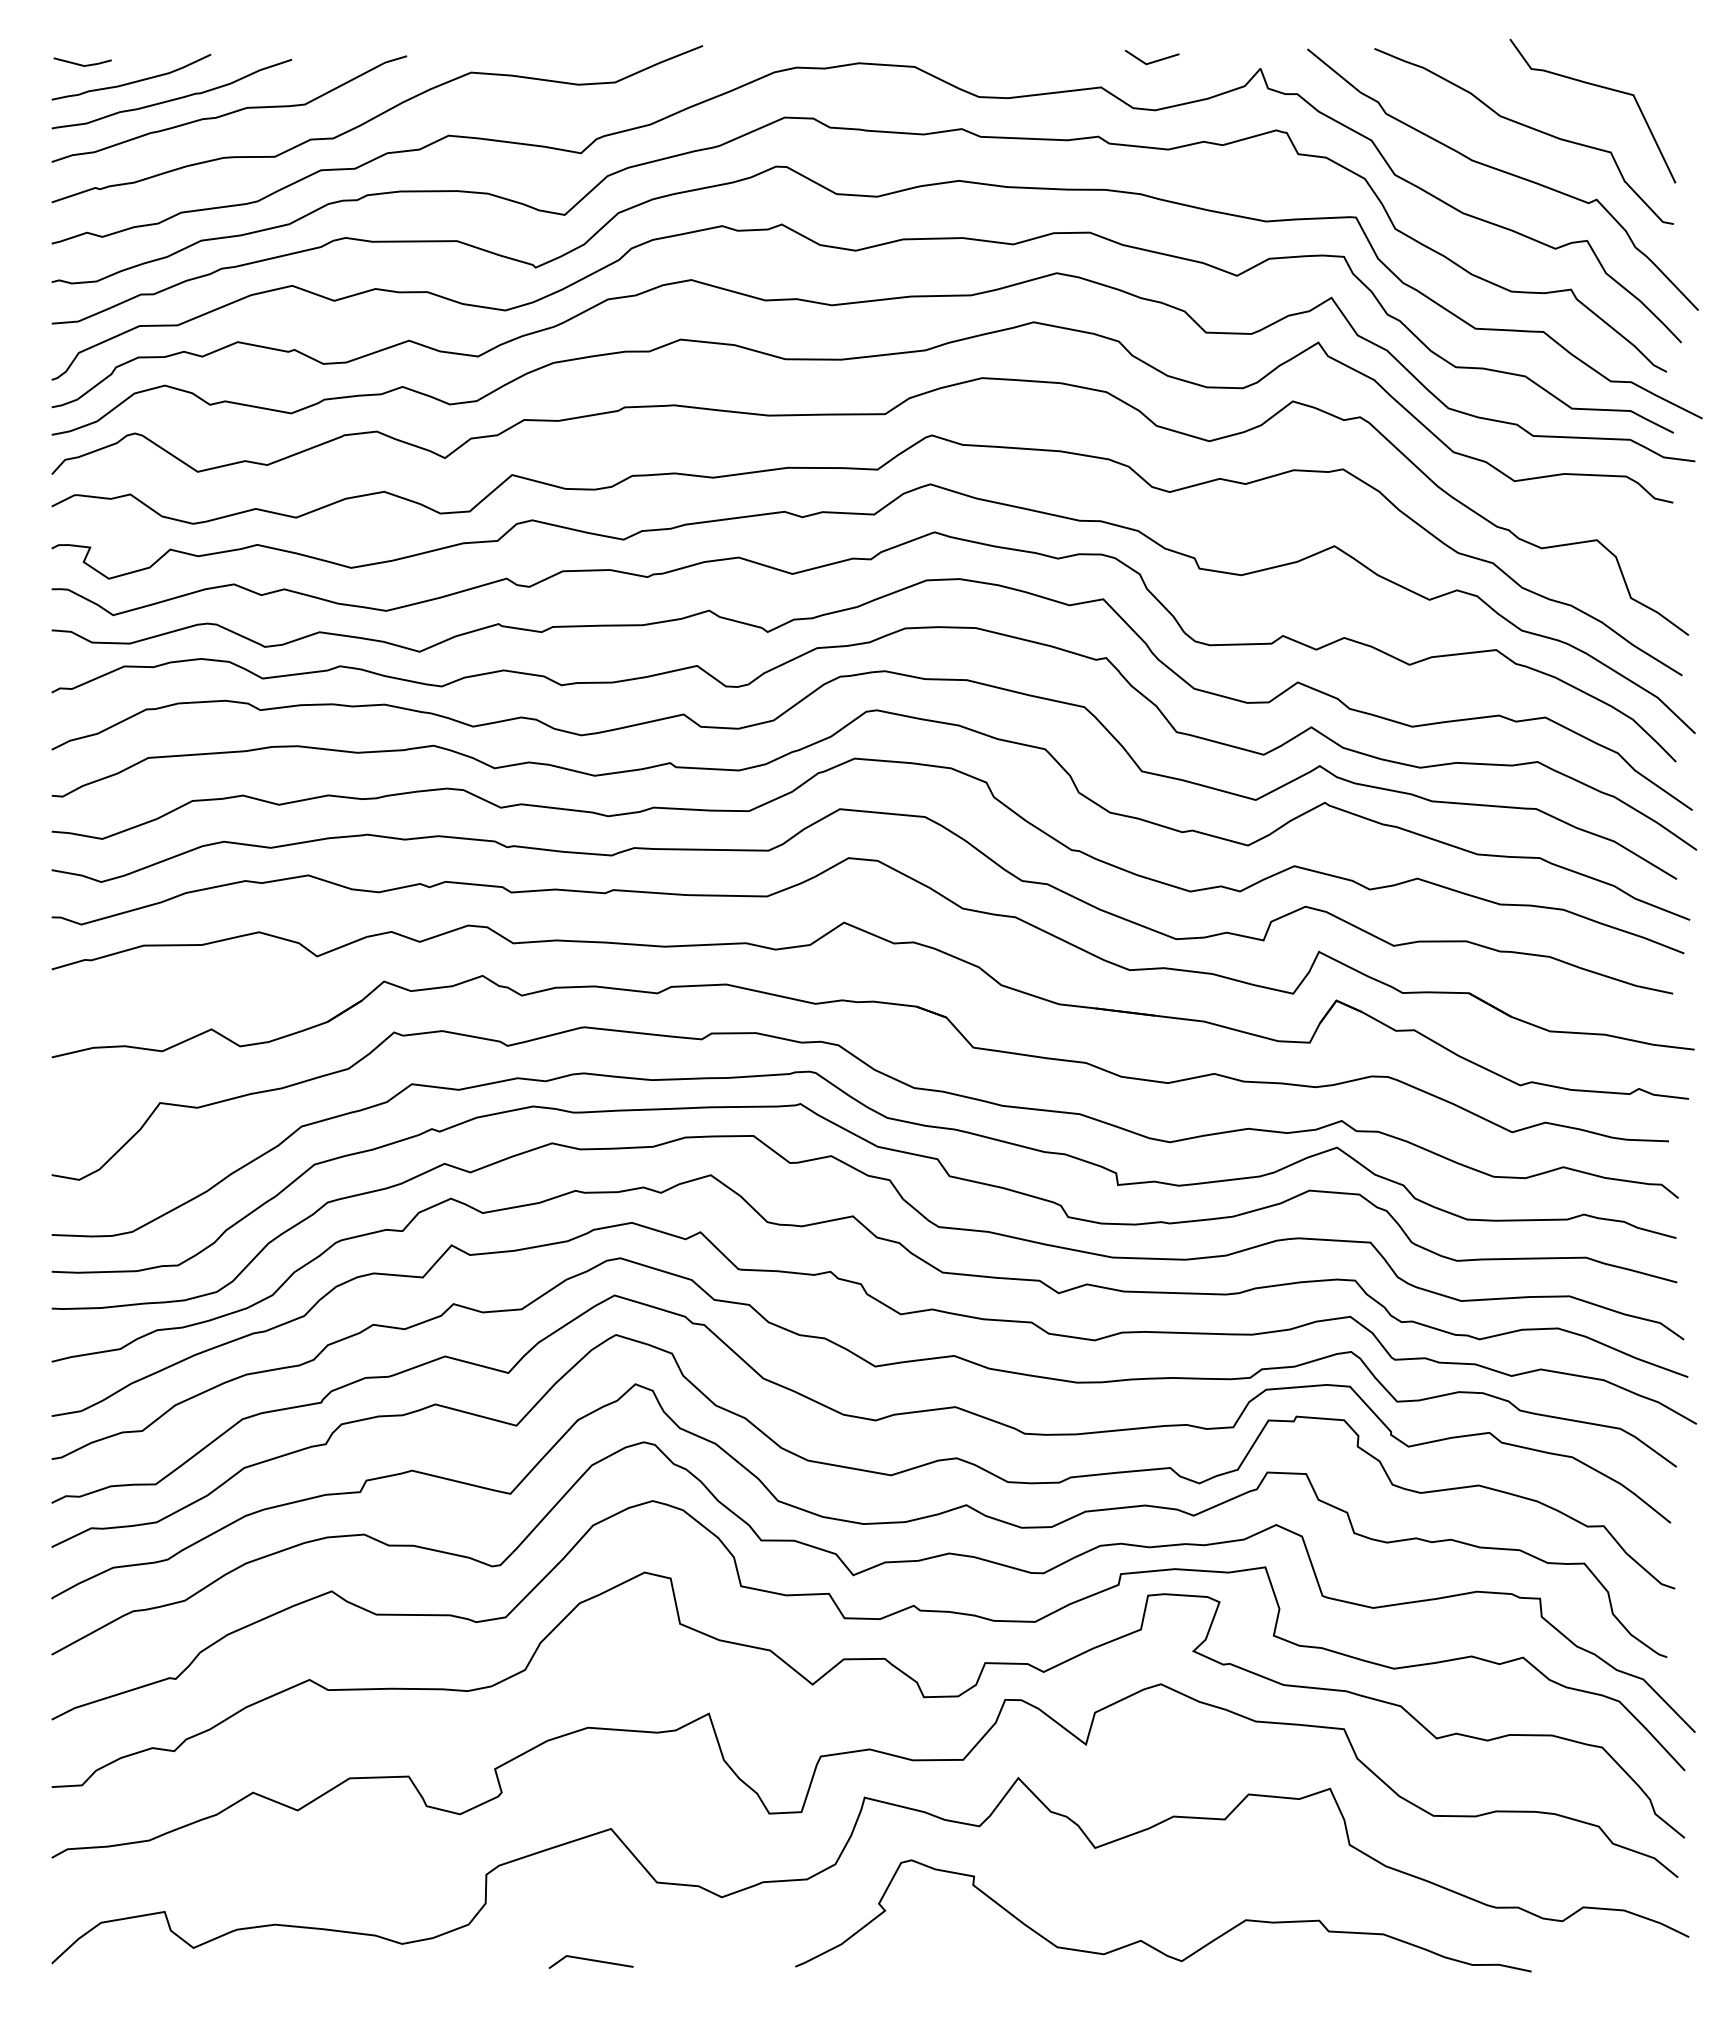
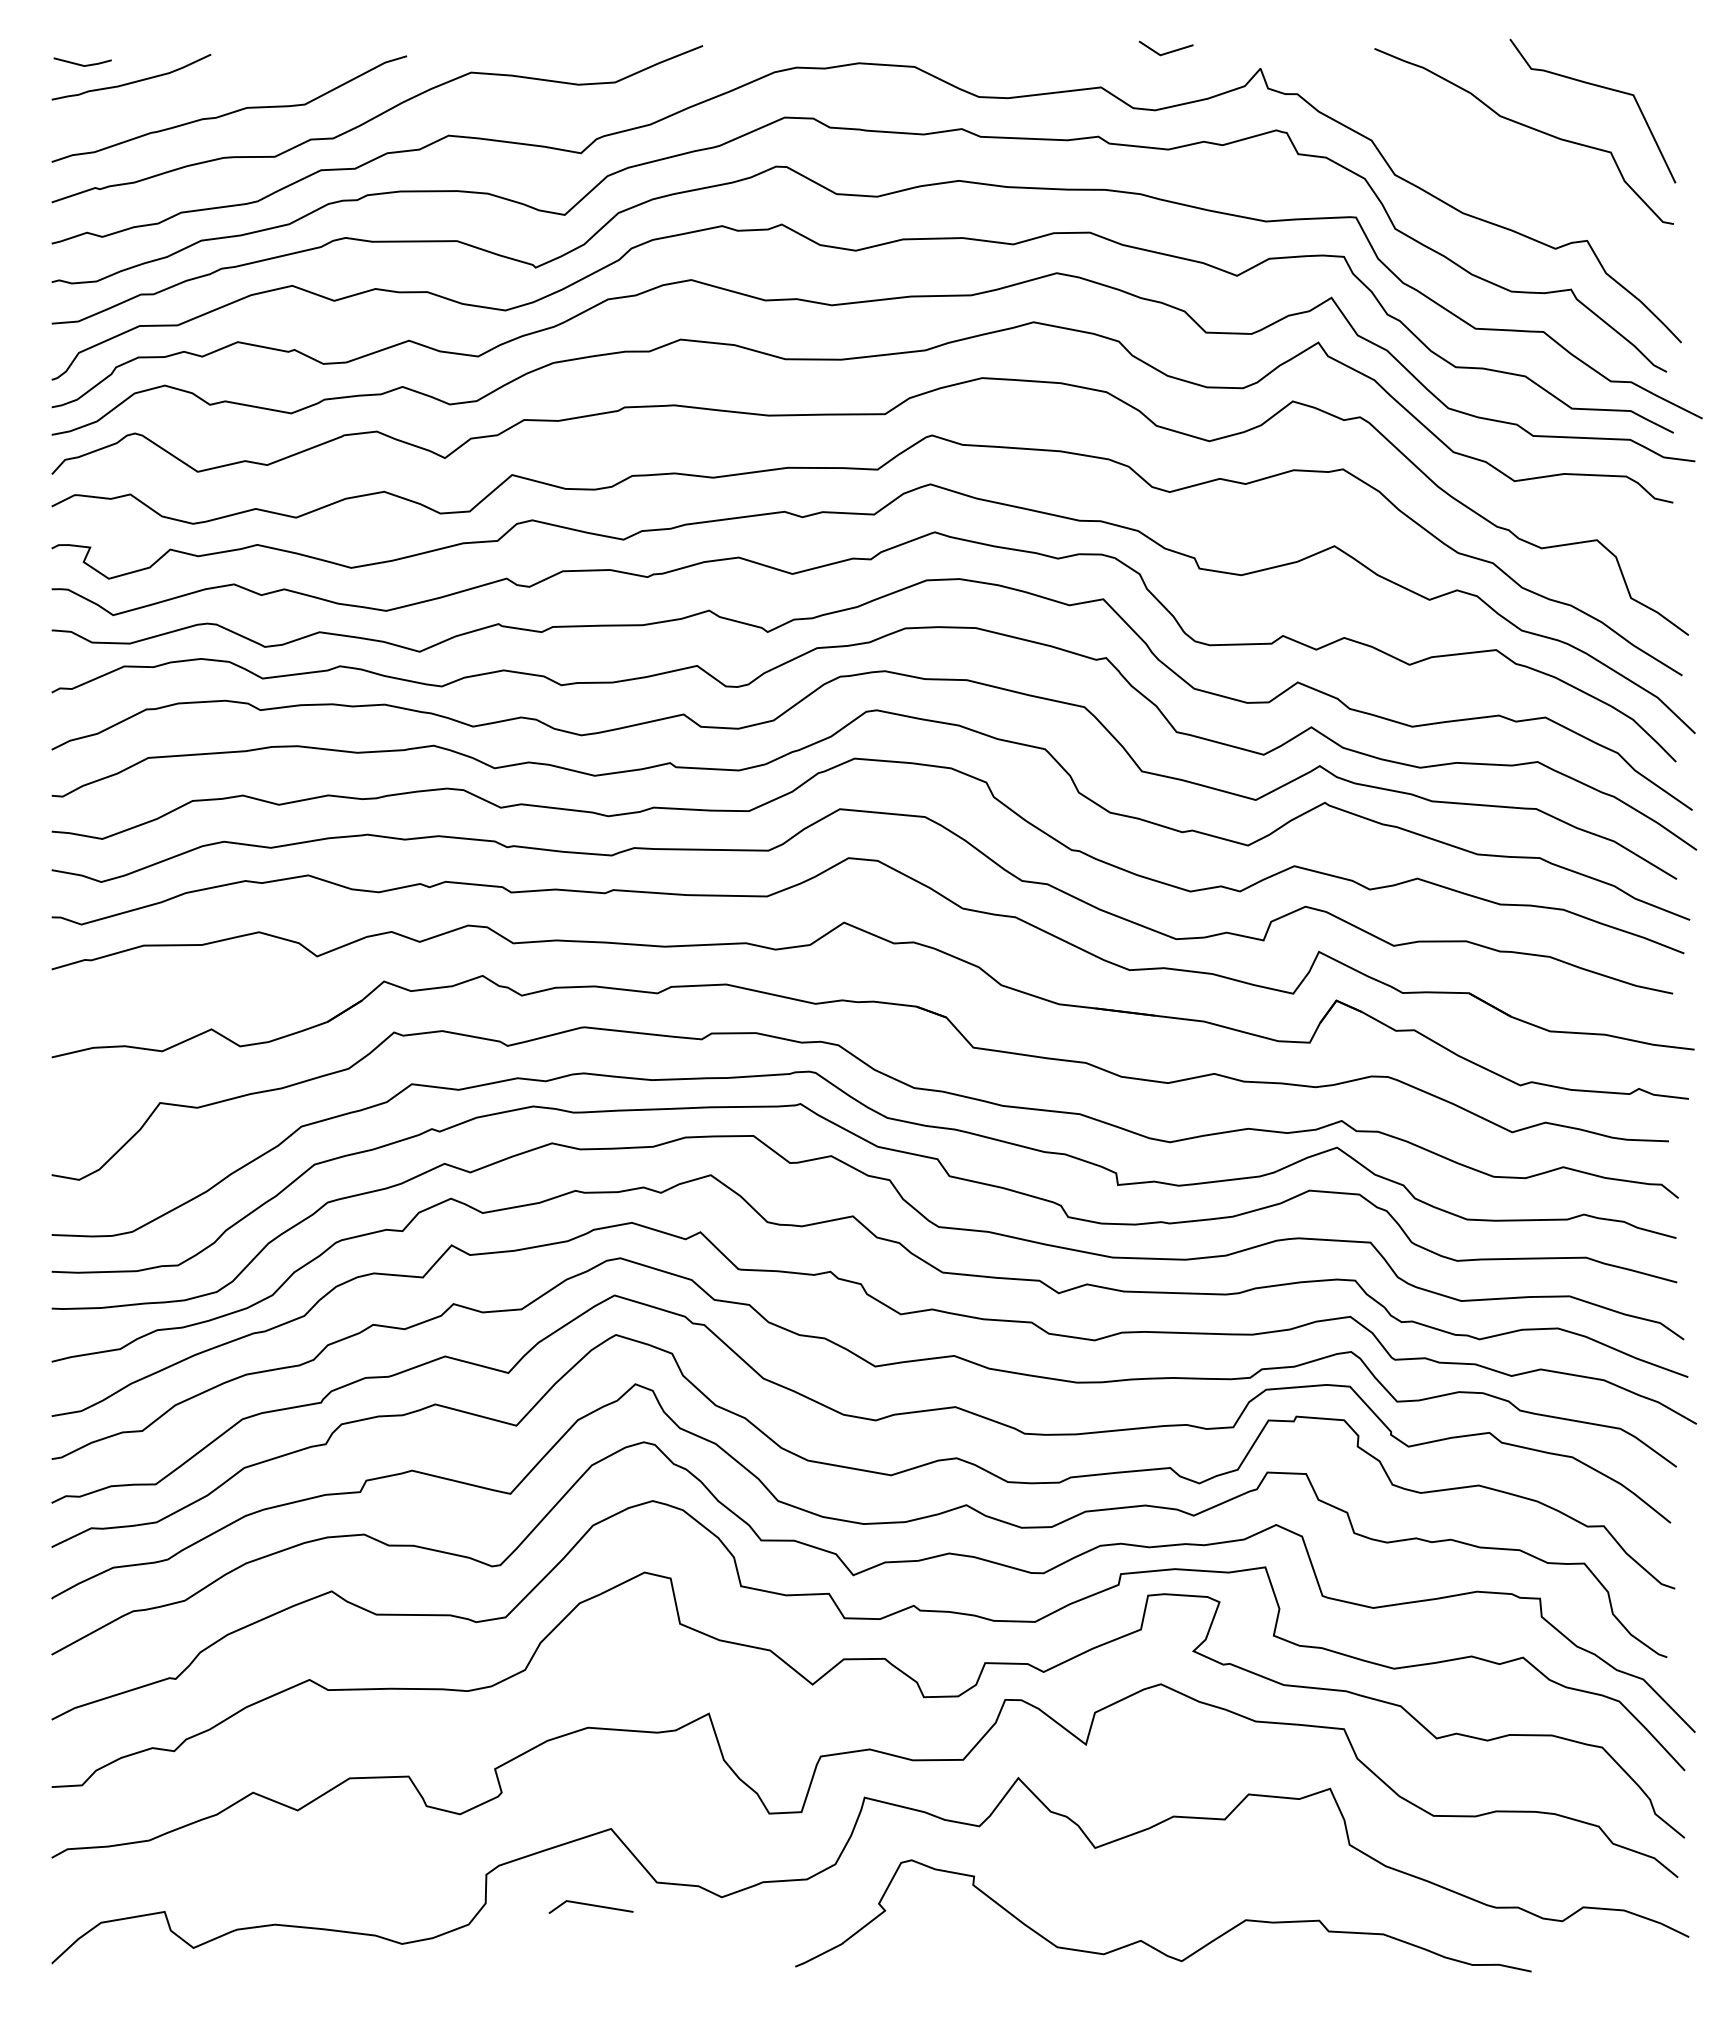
line at (1154, 60) position: (1154, 60) -> (1168, 51)
curve at (173, 98): present -> none
curve at (1505, 173): present -> none
line at (590, 1960) position: (590, 1960) -> (590, 1905)
